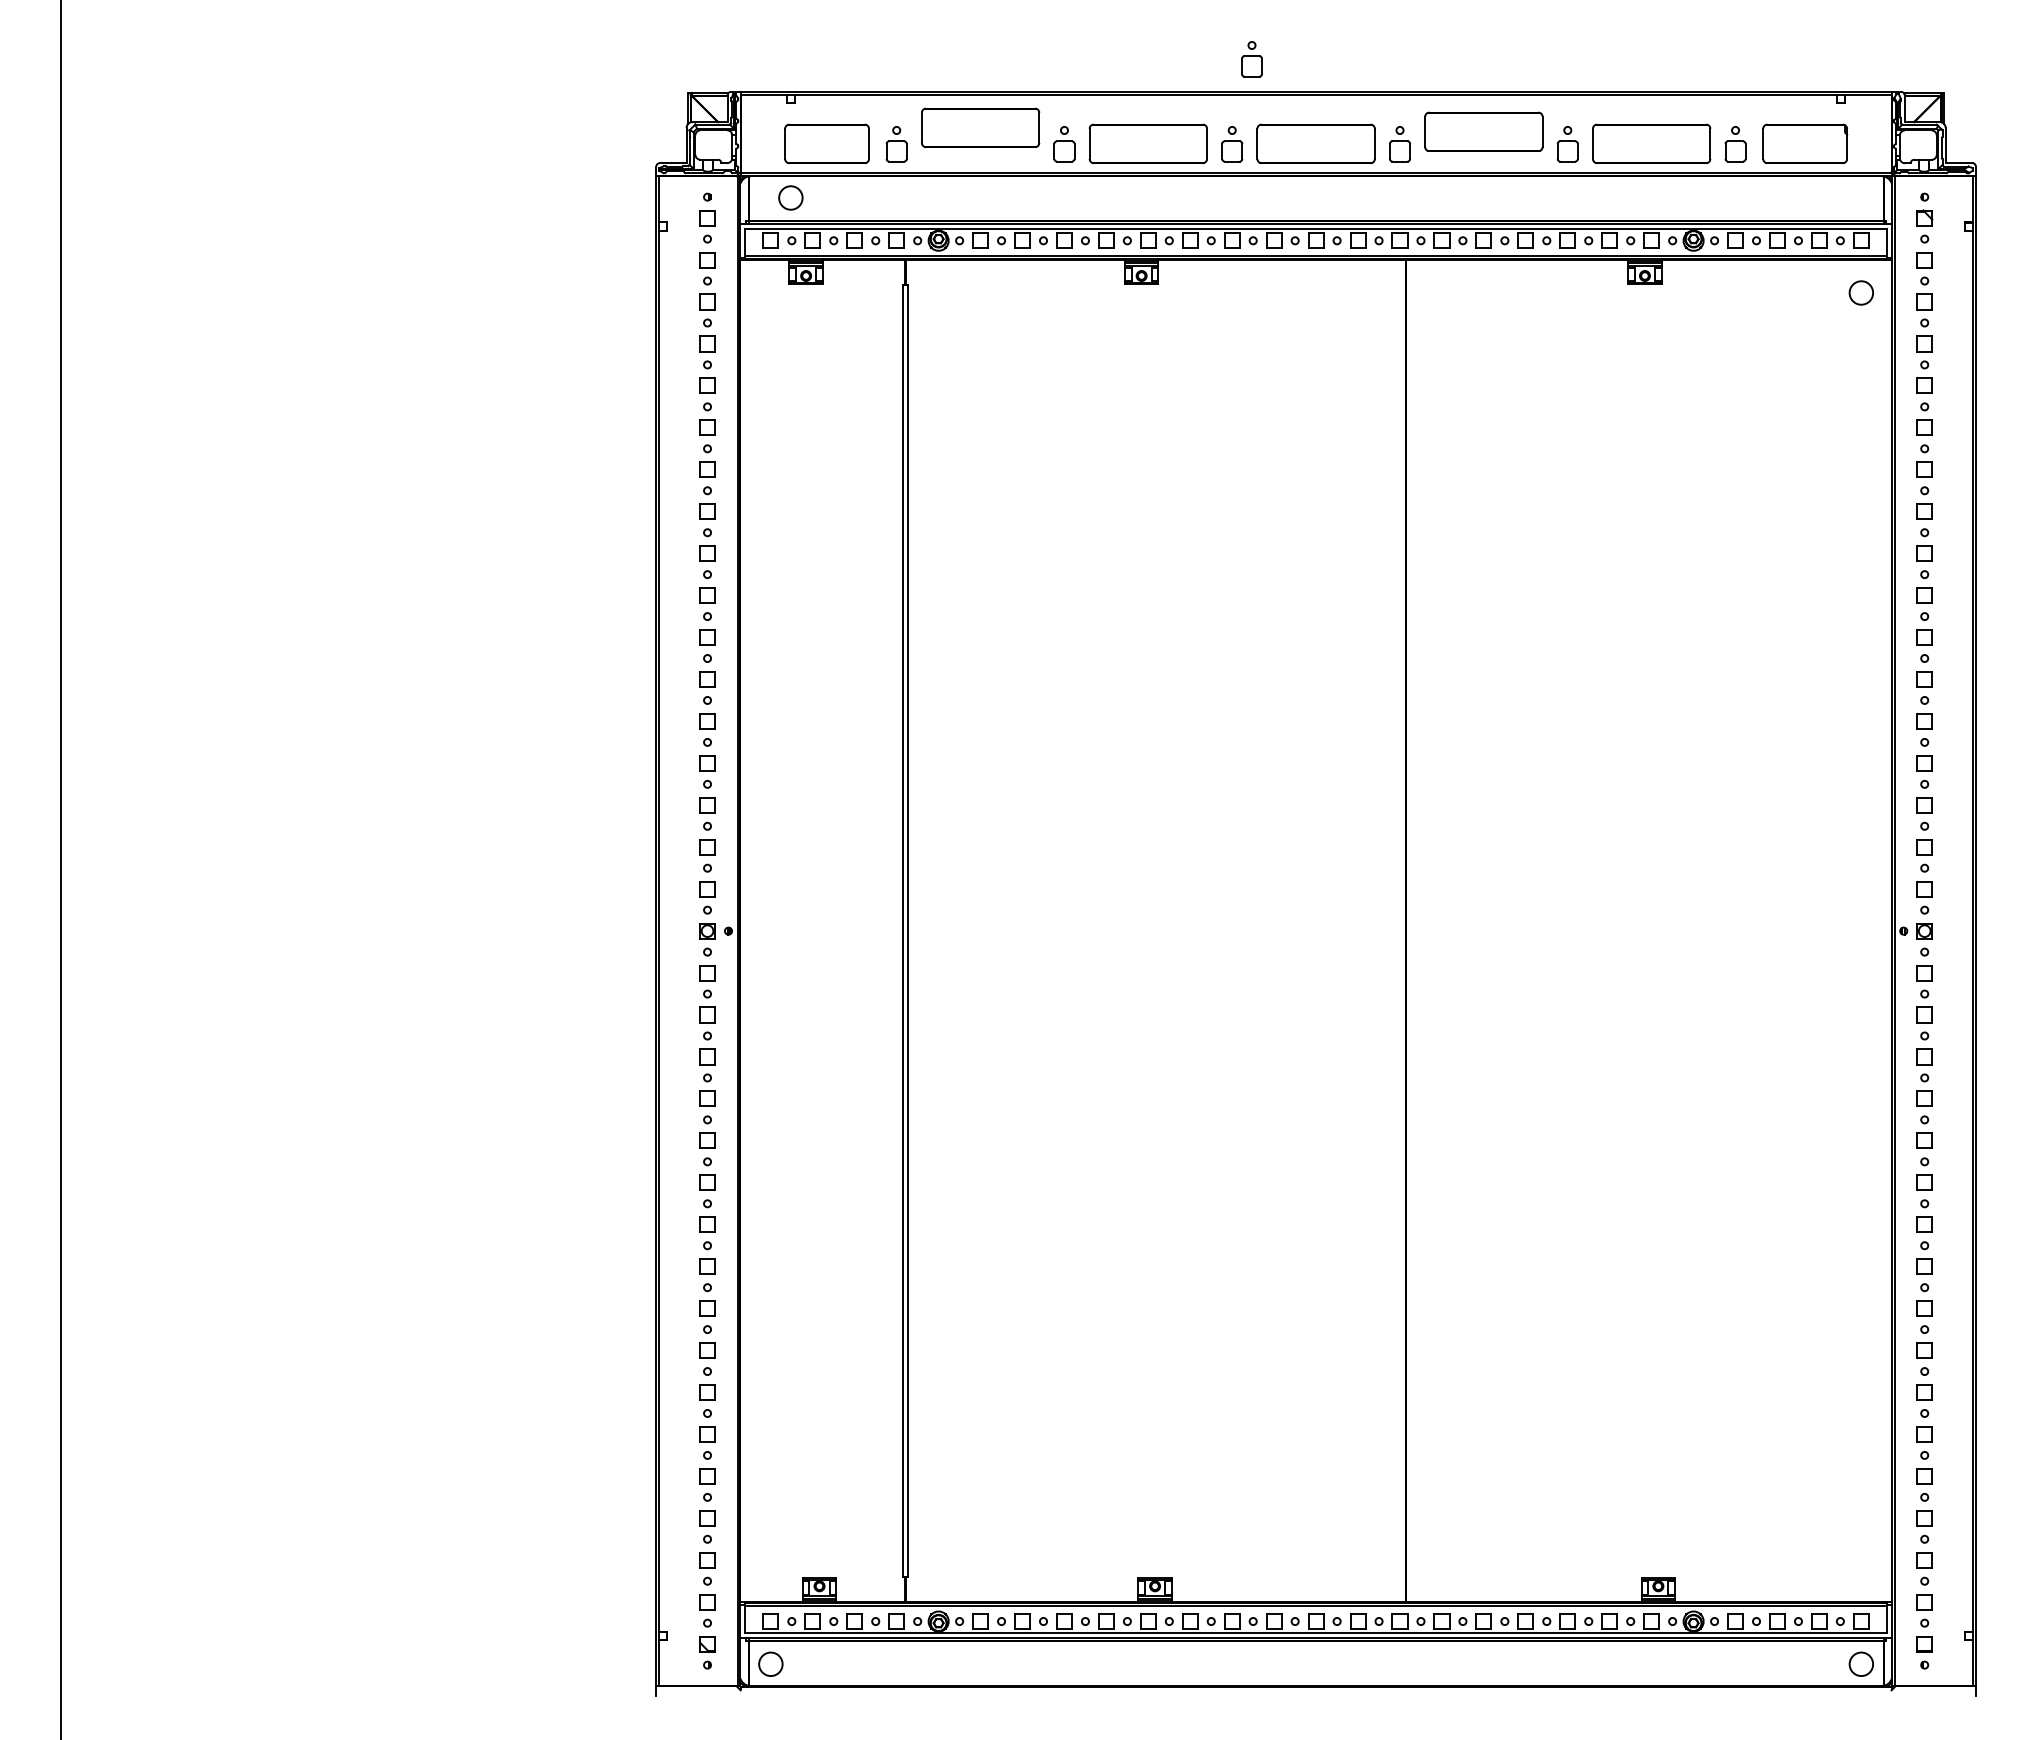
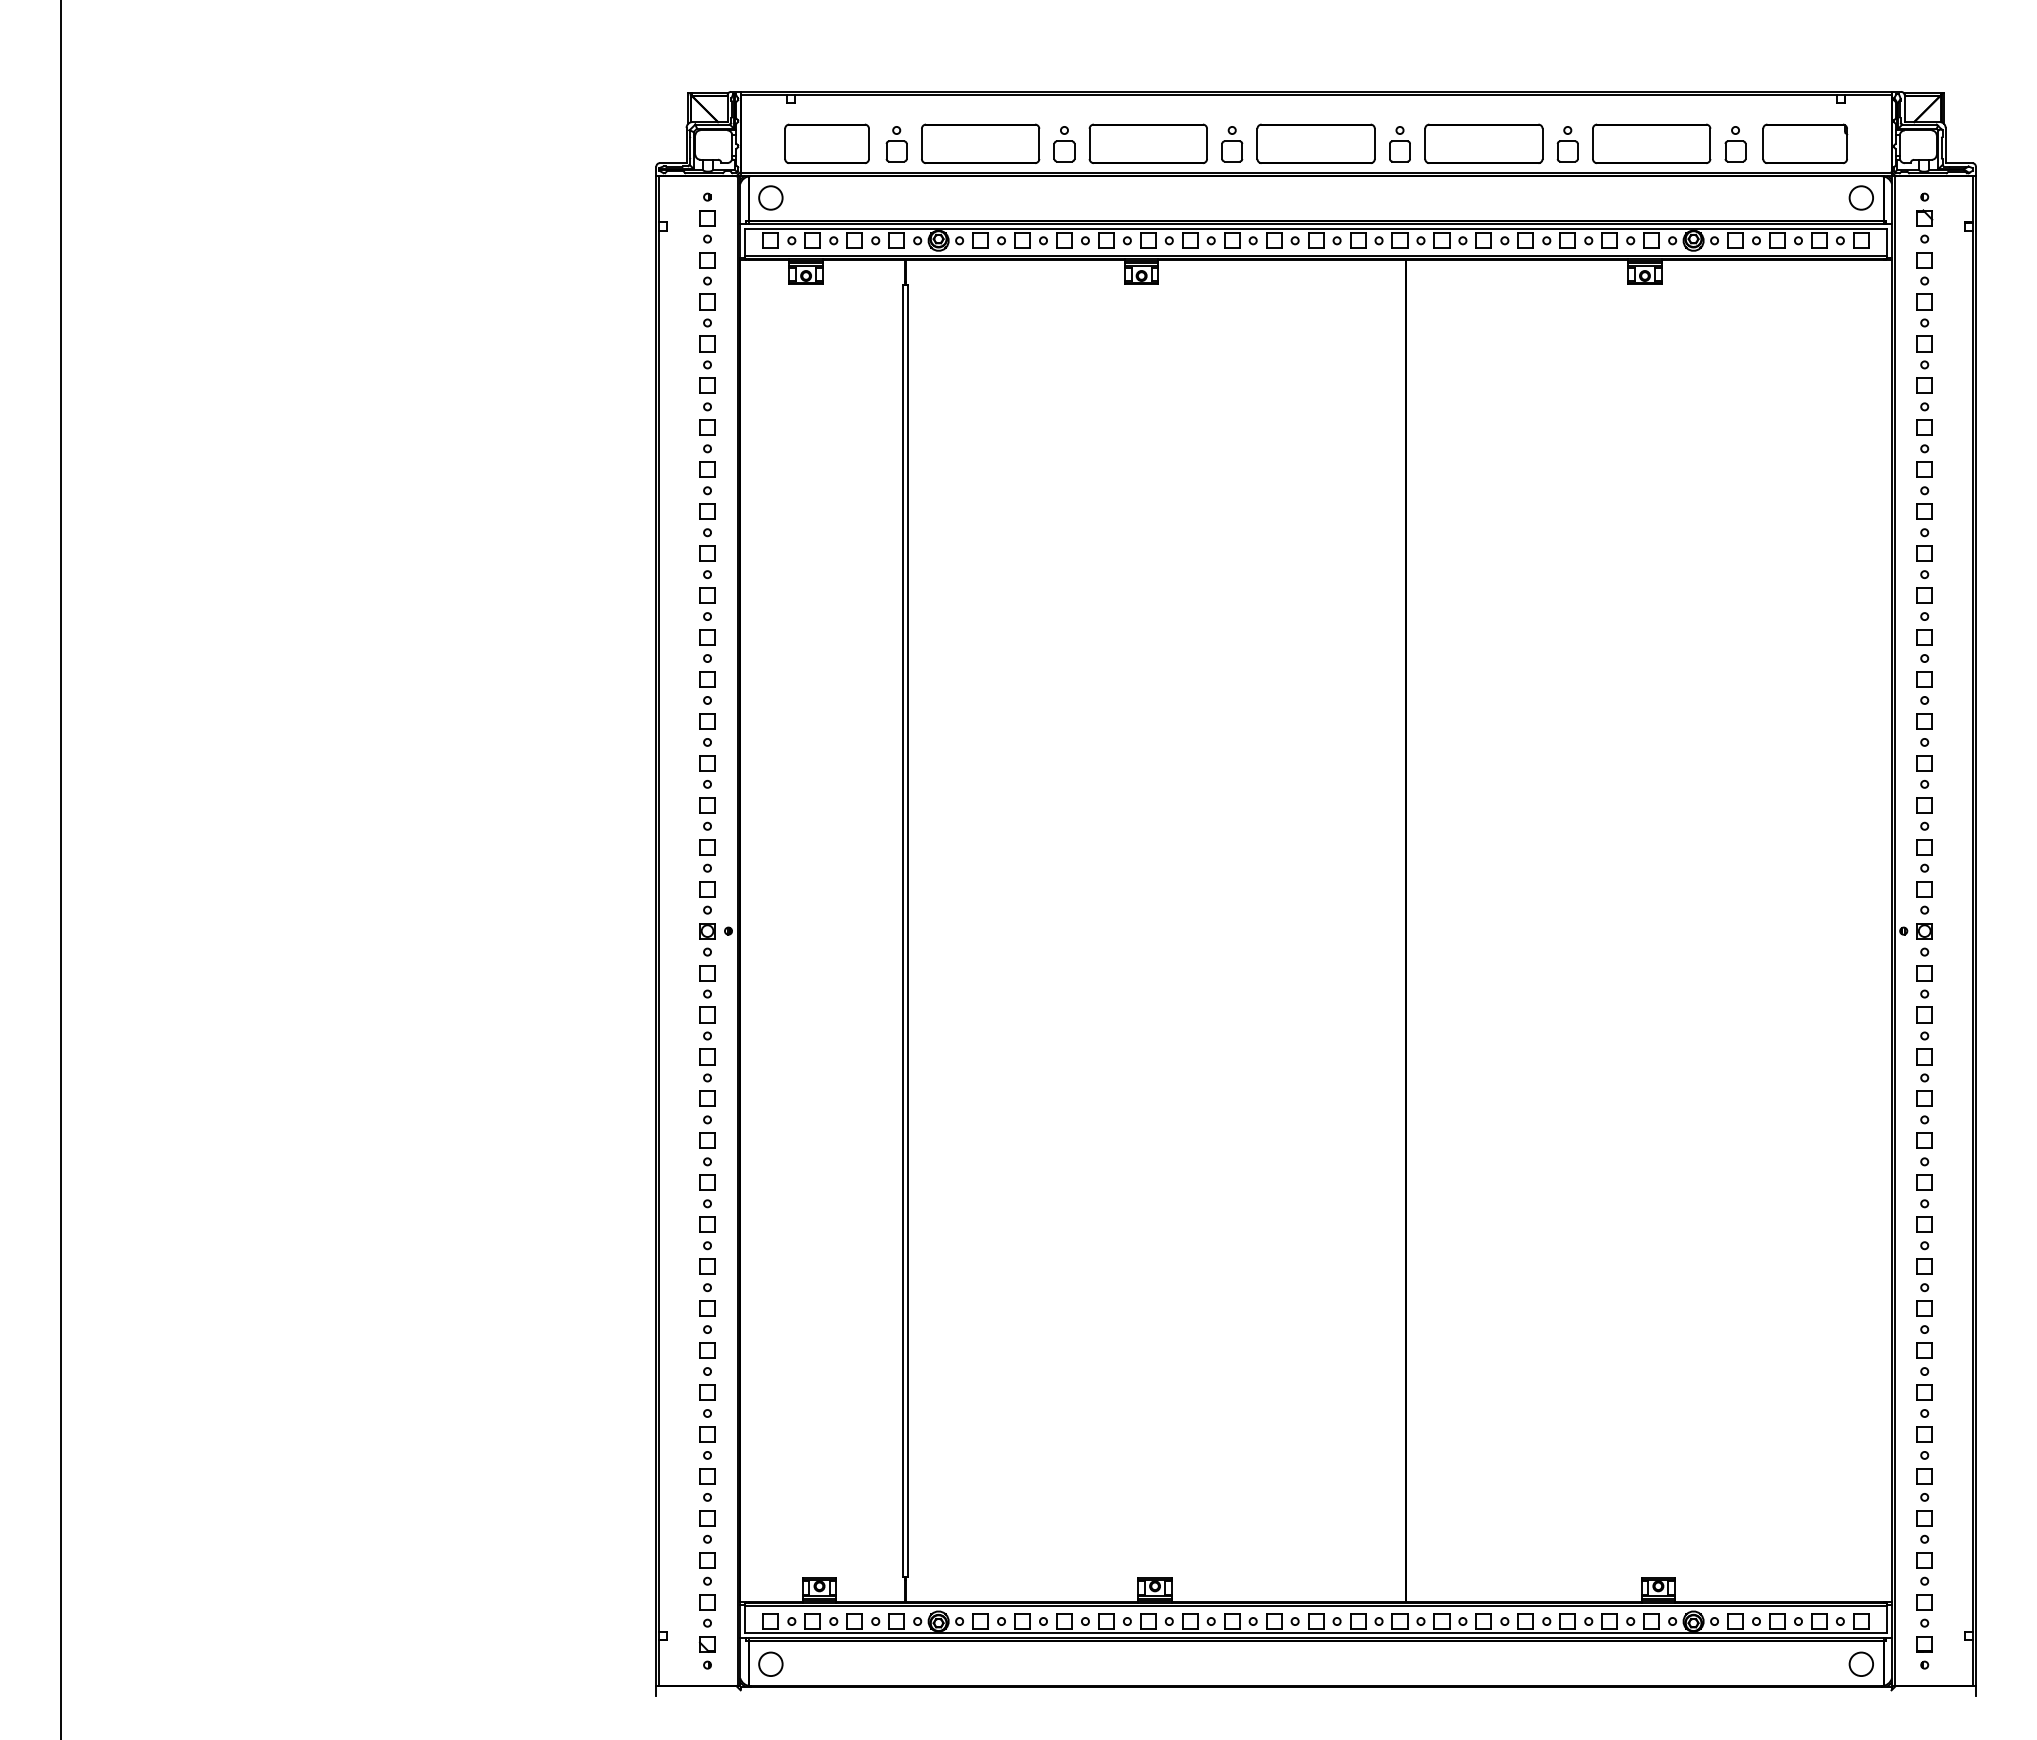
part at (1251, 59): present -> none
part at (980, 127) position: (980, 127) -> (980, 143)
part at (1483, 131) position: (1483, 131) -> (1483, 143)
circle at (790, 197) position: (790, 197) -> (770, 197)
circle at (1860, 292) position: (1860, 292) -> (1860, 197)
